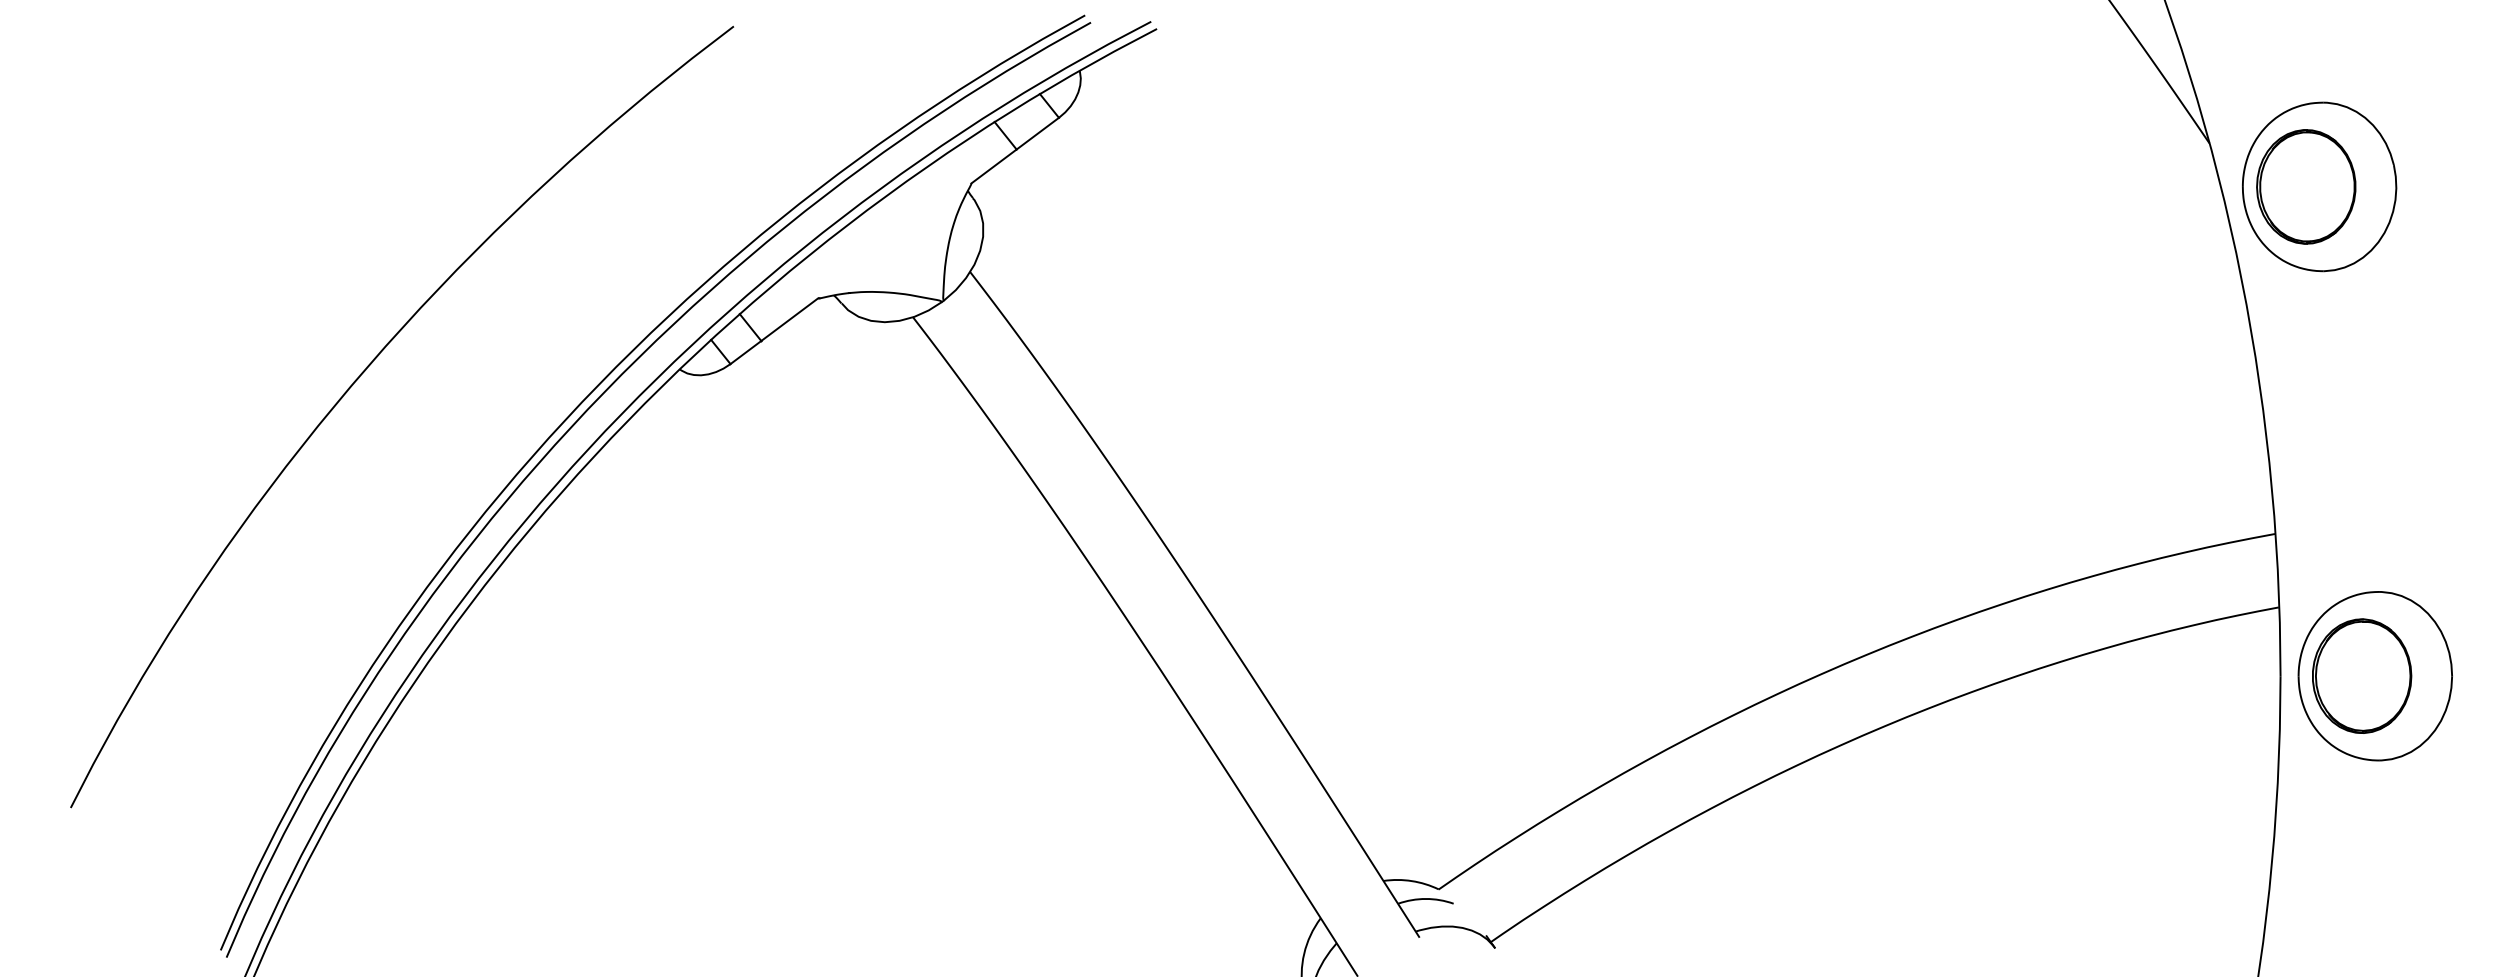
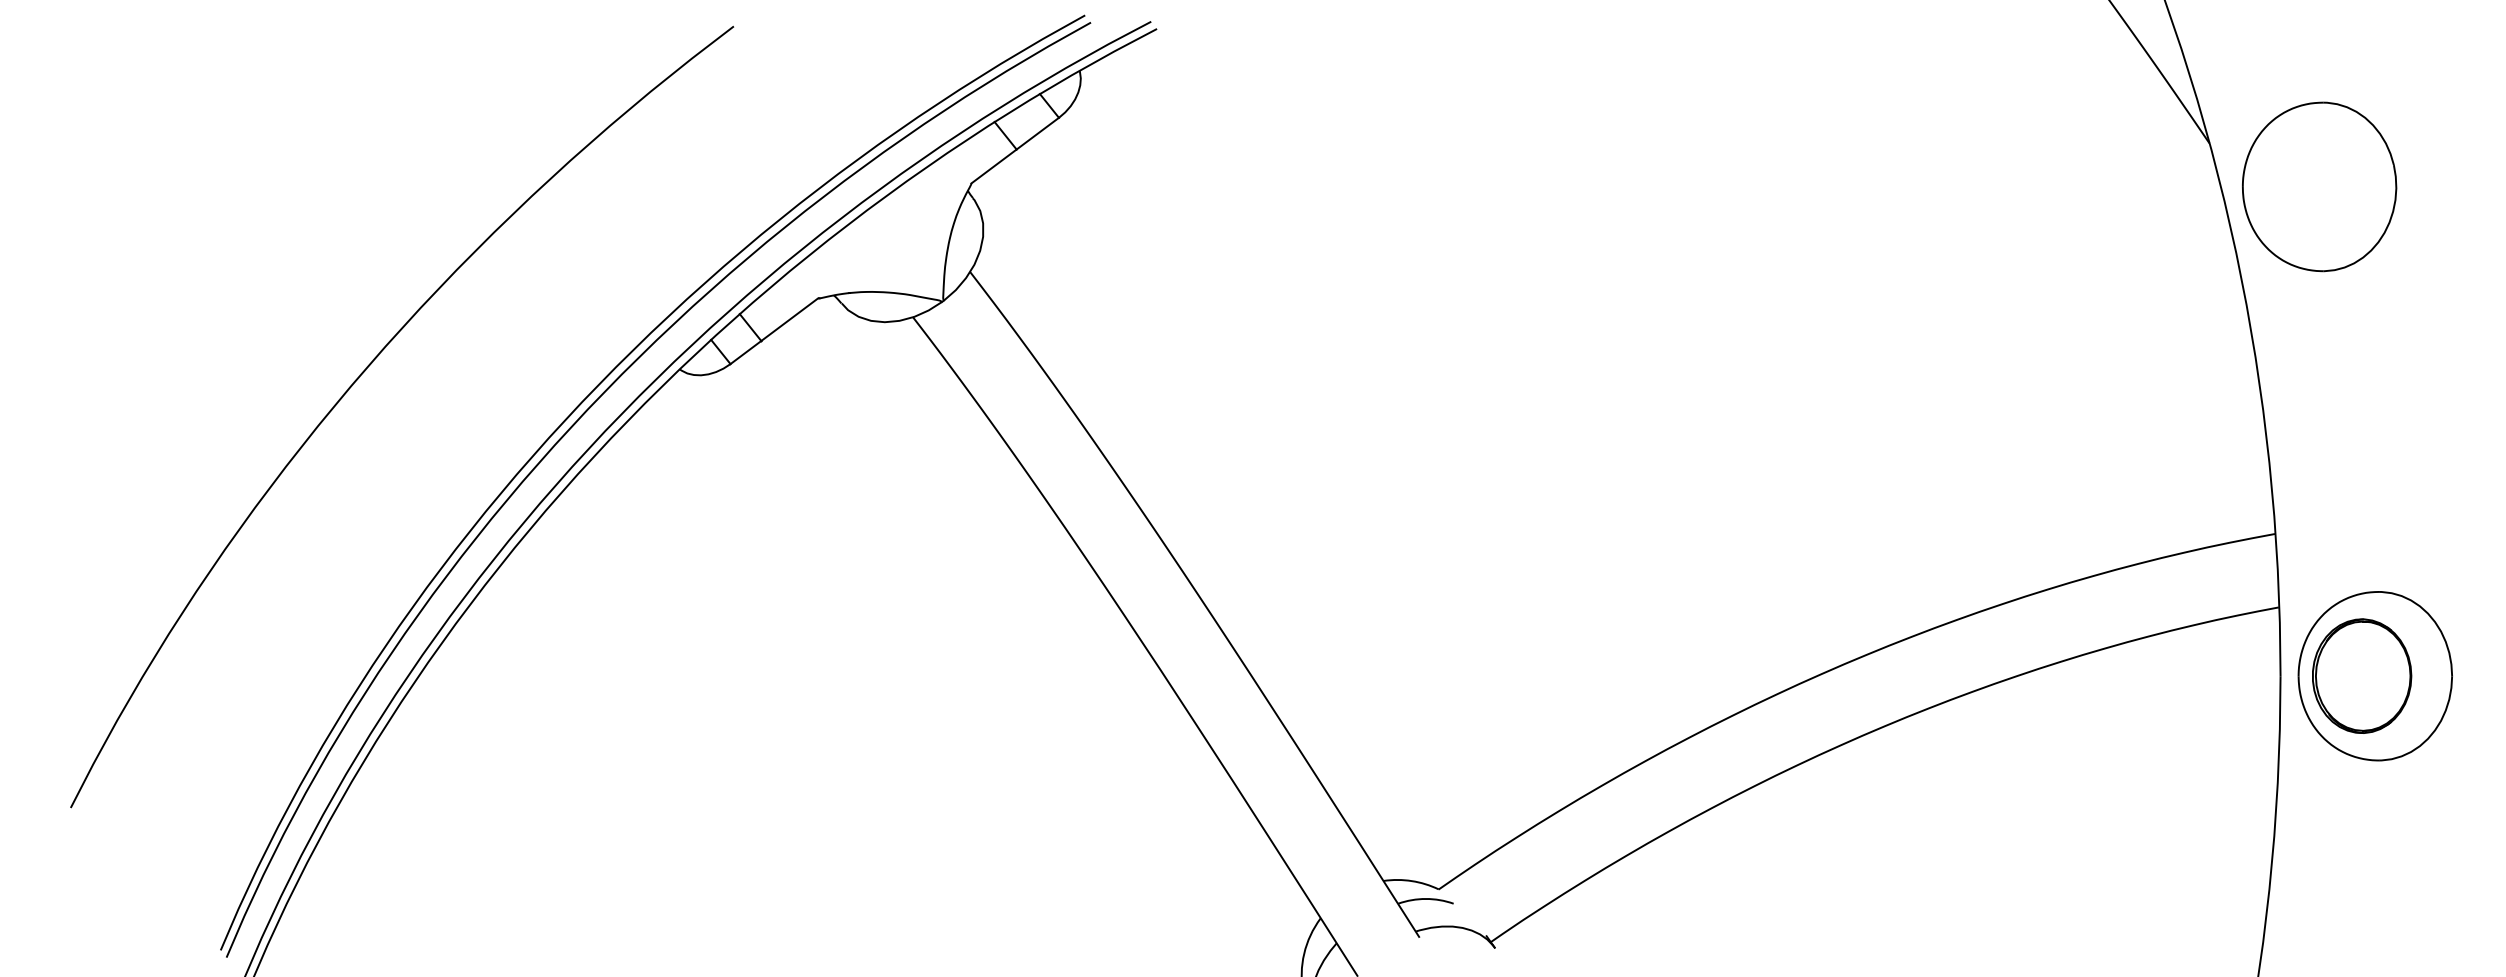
part at (2306, 186): present -> none
